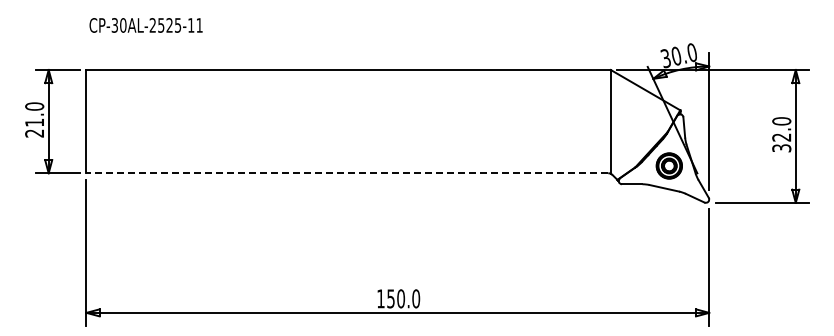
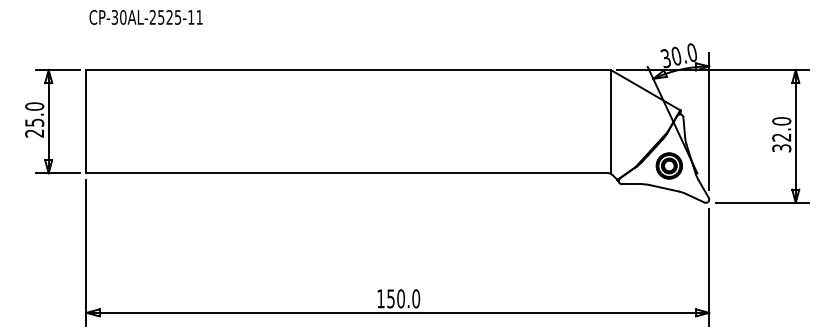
text at (145, 25) position: (145, 25) -> (145, 17)
text at (34, 122): 21.0 -> 25.0
line at (347, 173): dashed -> solid
